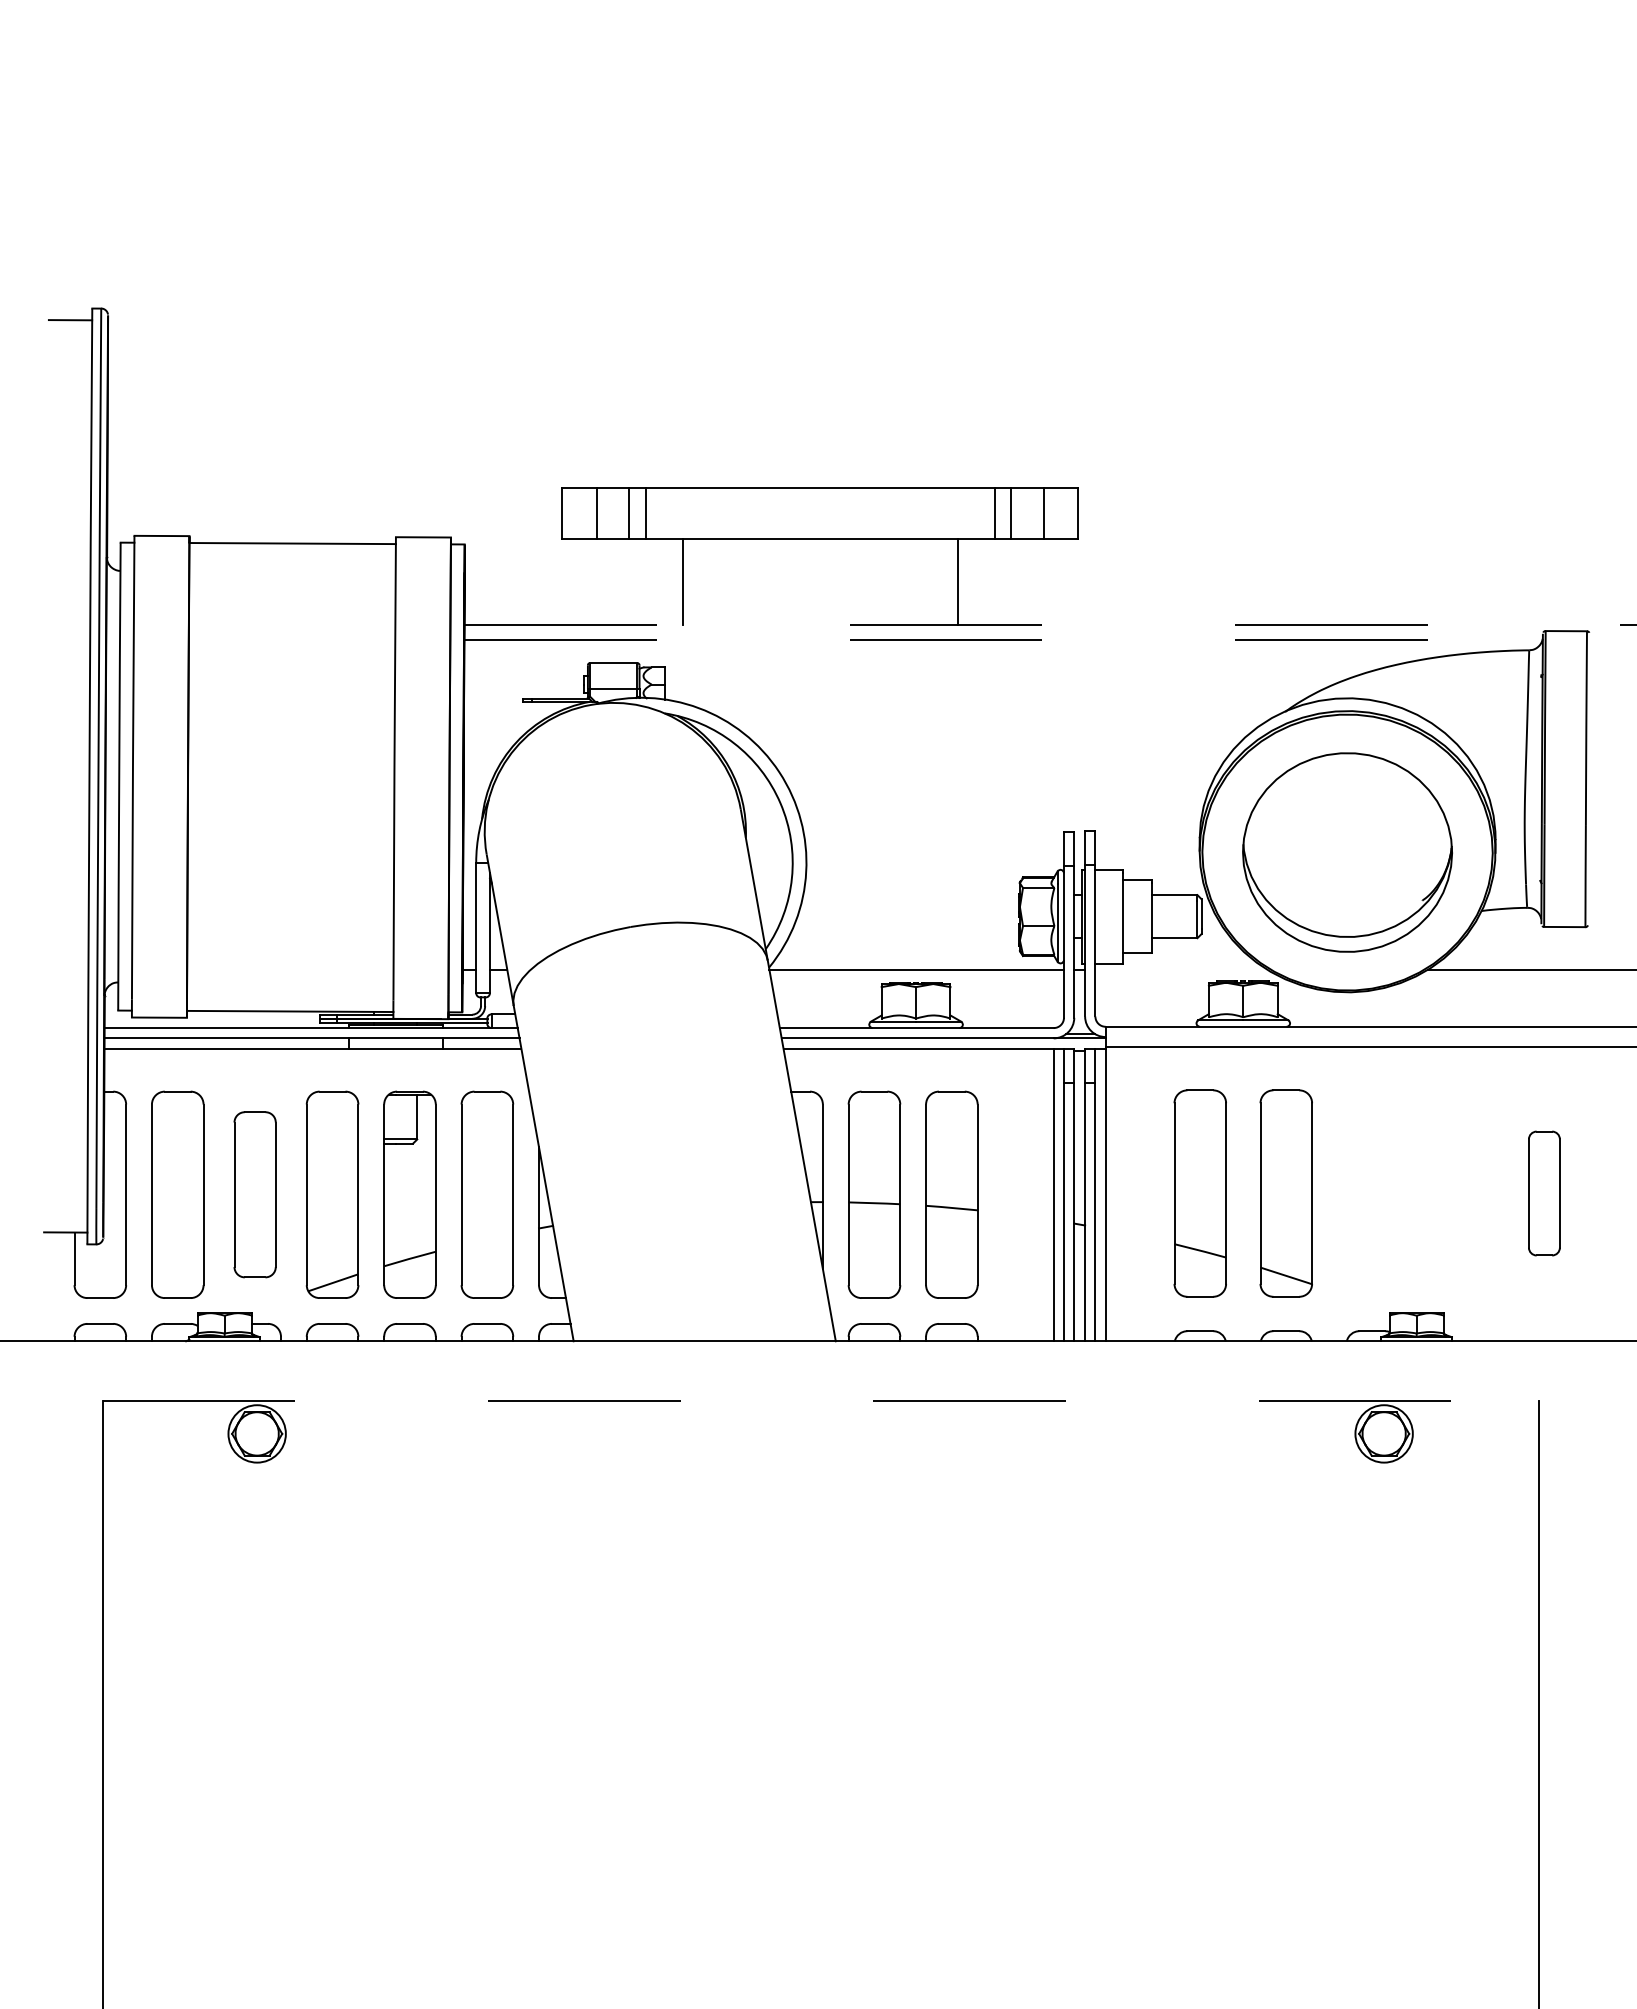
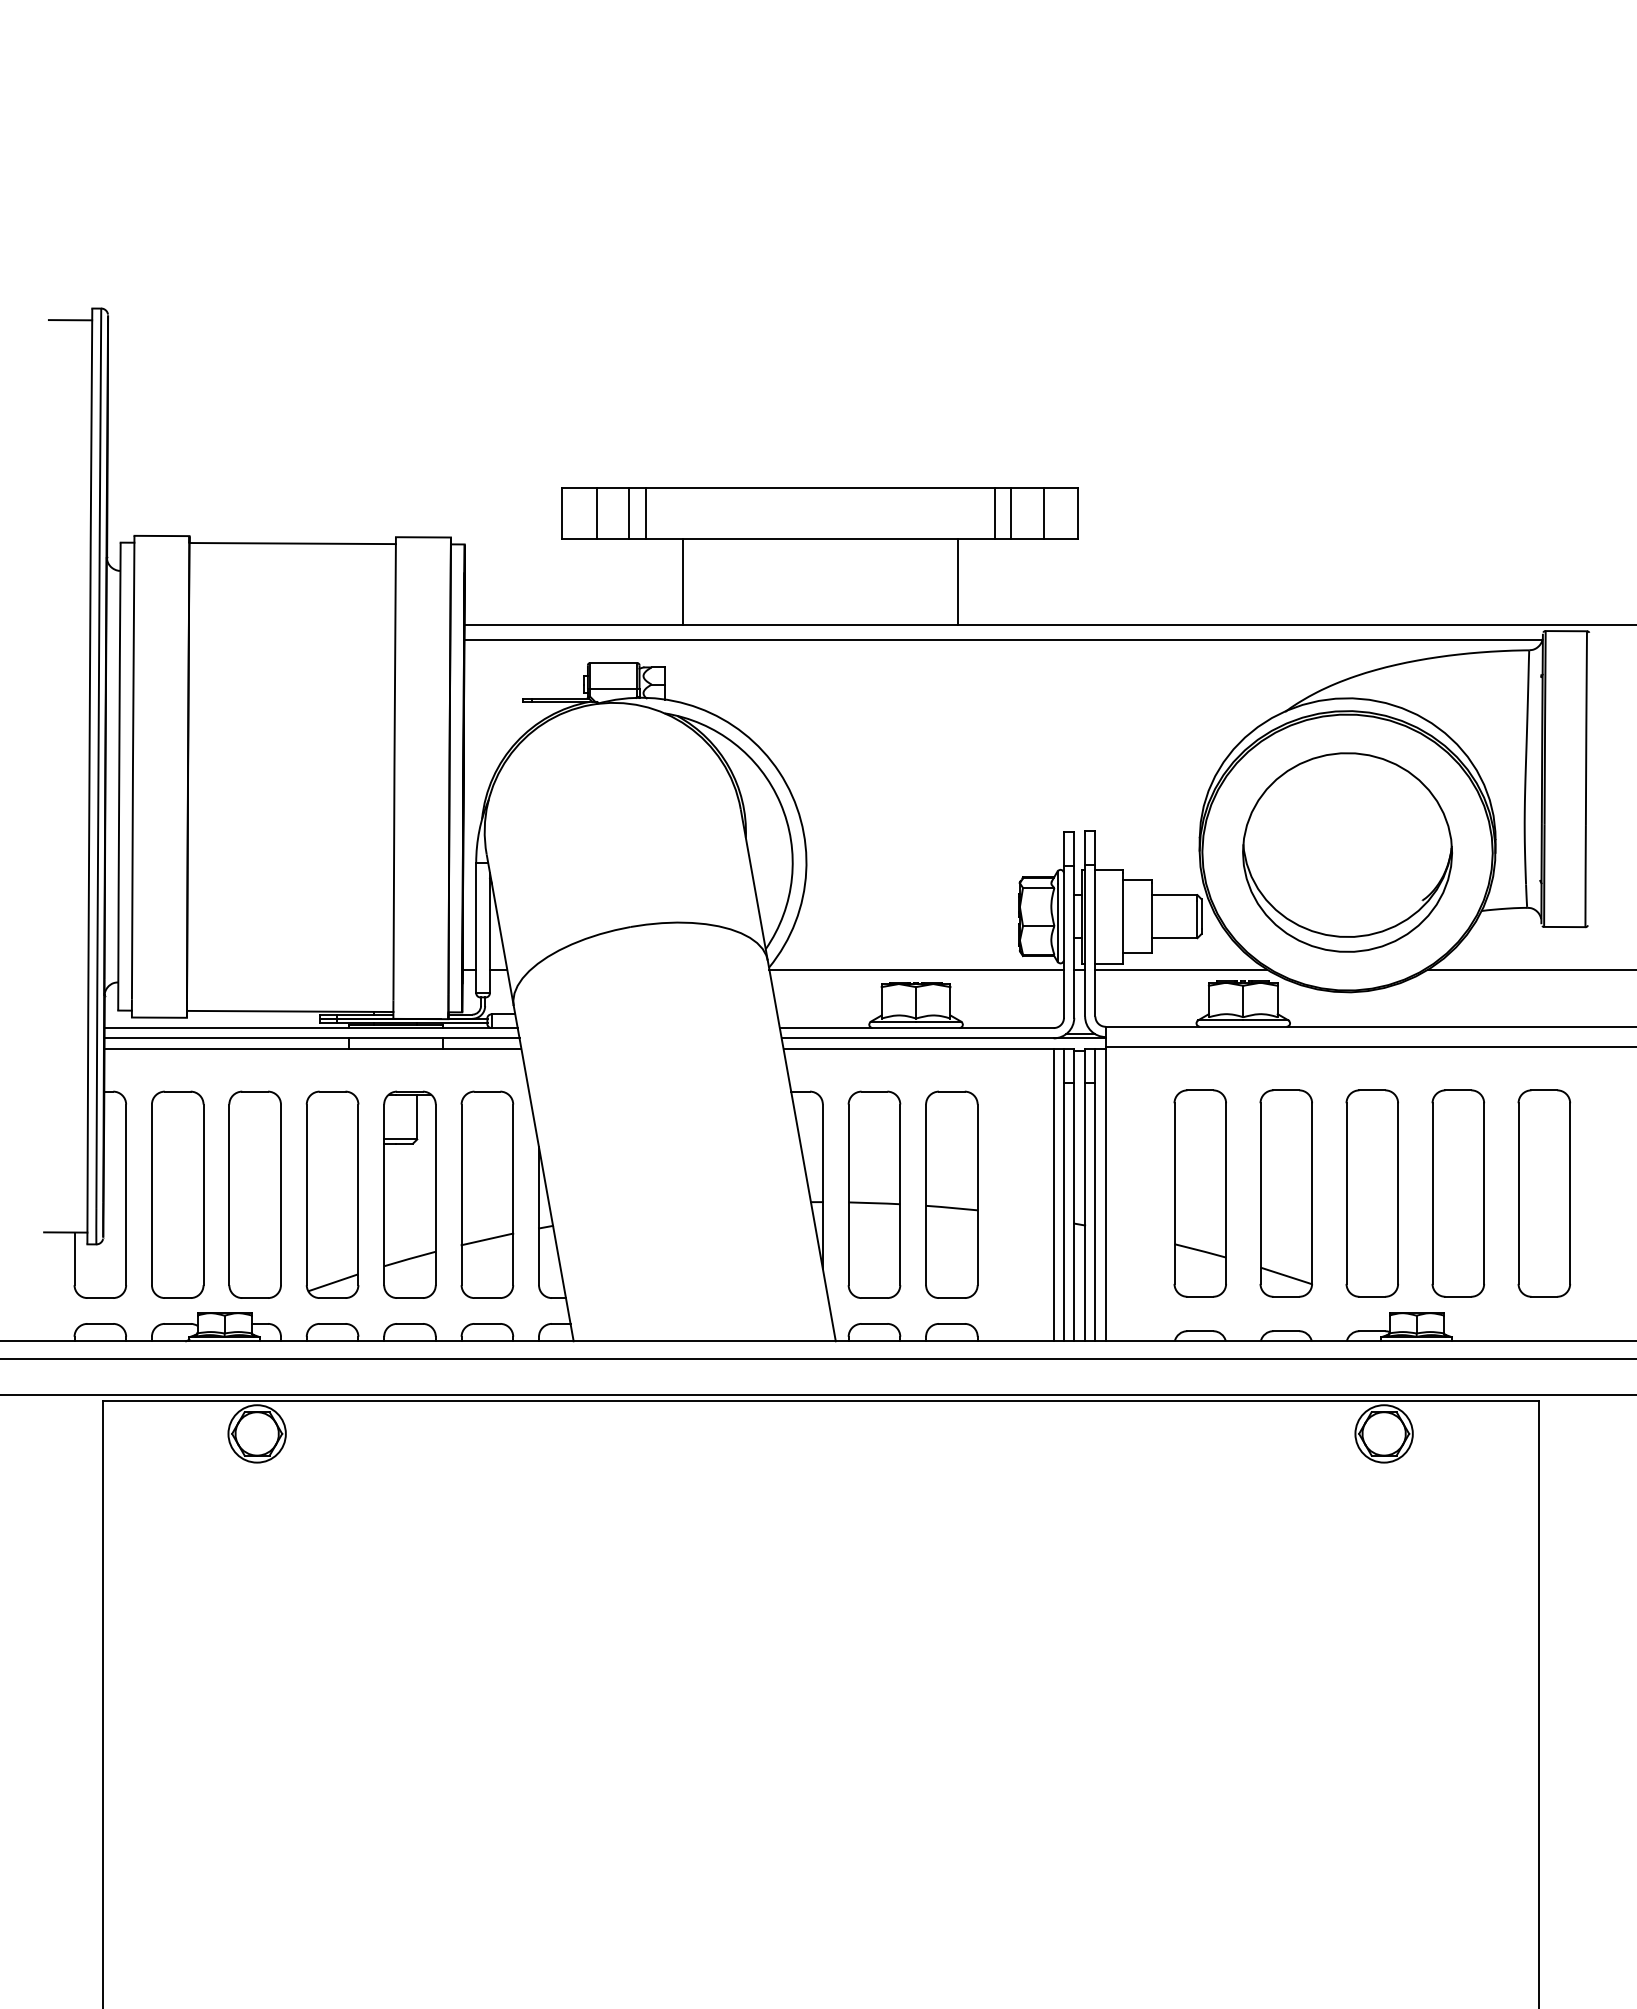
line at (1050, 625): dashed -> solid
line at (1003, 640): dashed -> solid
line at (1180, 969): none -> present
part at (1371, 1193): none -> present
part at (1457, 1193): none -> present
part at (1544, 1193) size: 33x127 px -> 55x209 px
part at (254, 1194) size: 44x168 px -> 54x209 px
line at (487, 1239): none -> present
line at (817, 1358): none -> present
line at (817, 1395): none -> present
line at (820, 1401): dashed -> solid
